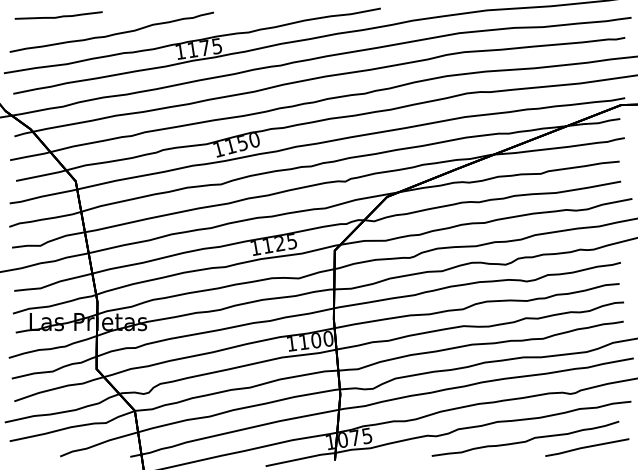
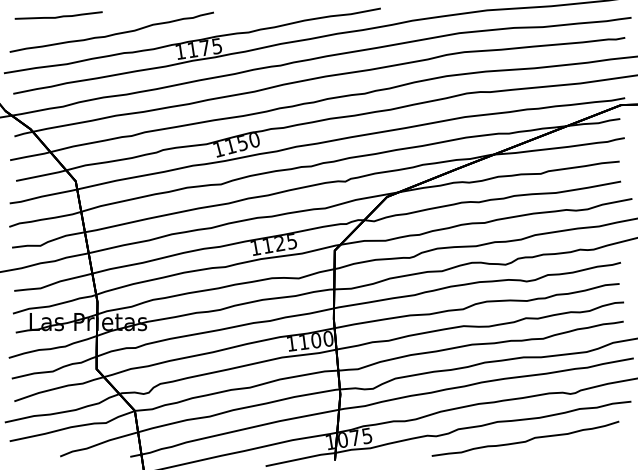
line at (587, 447): present -> none
